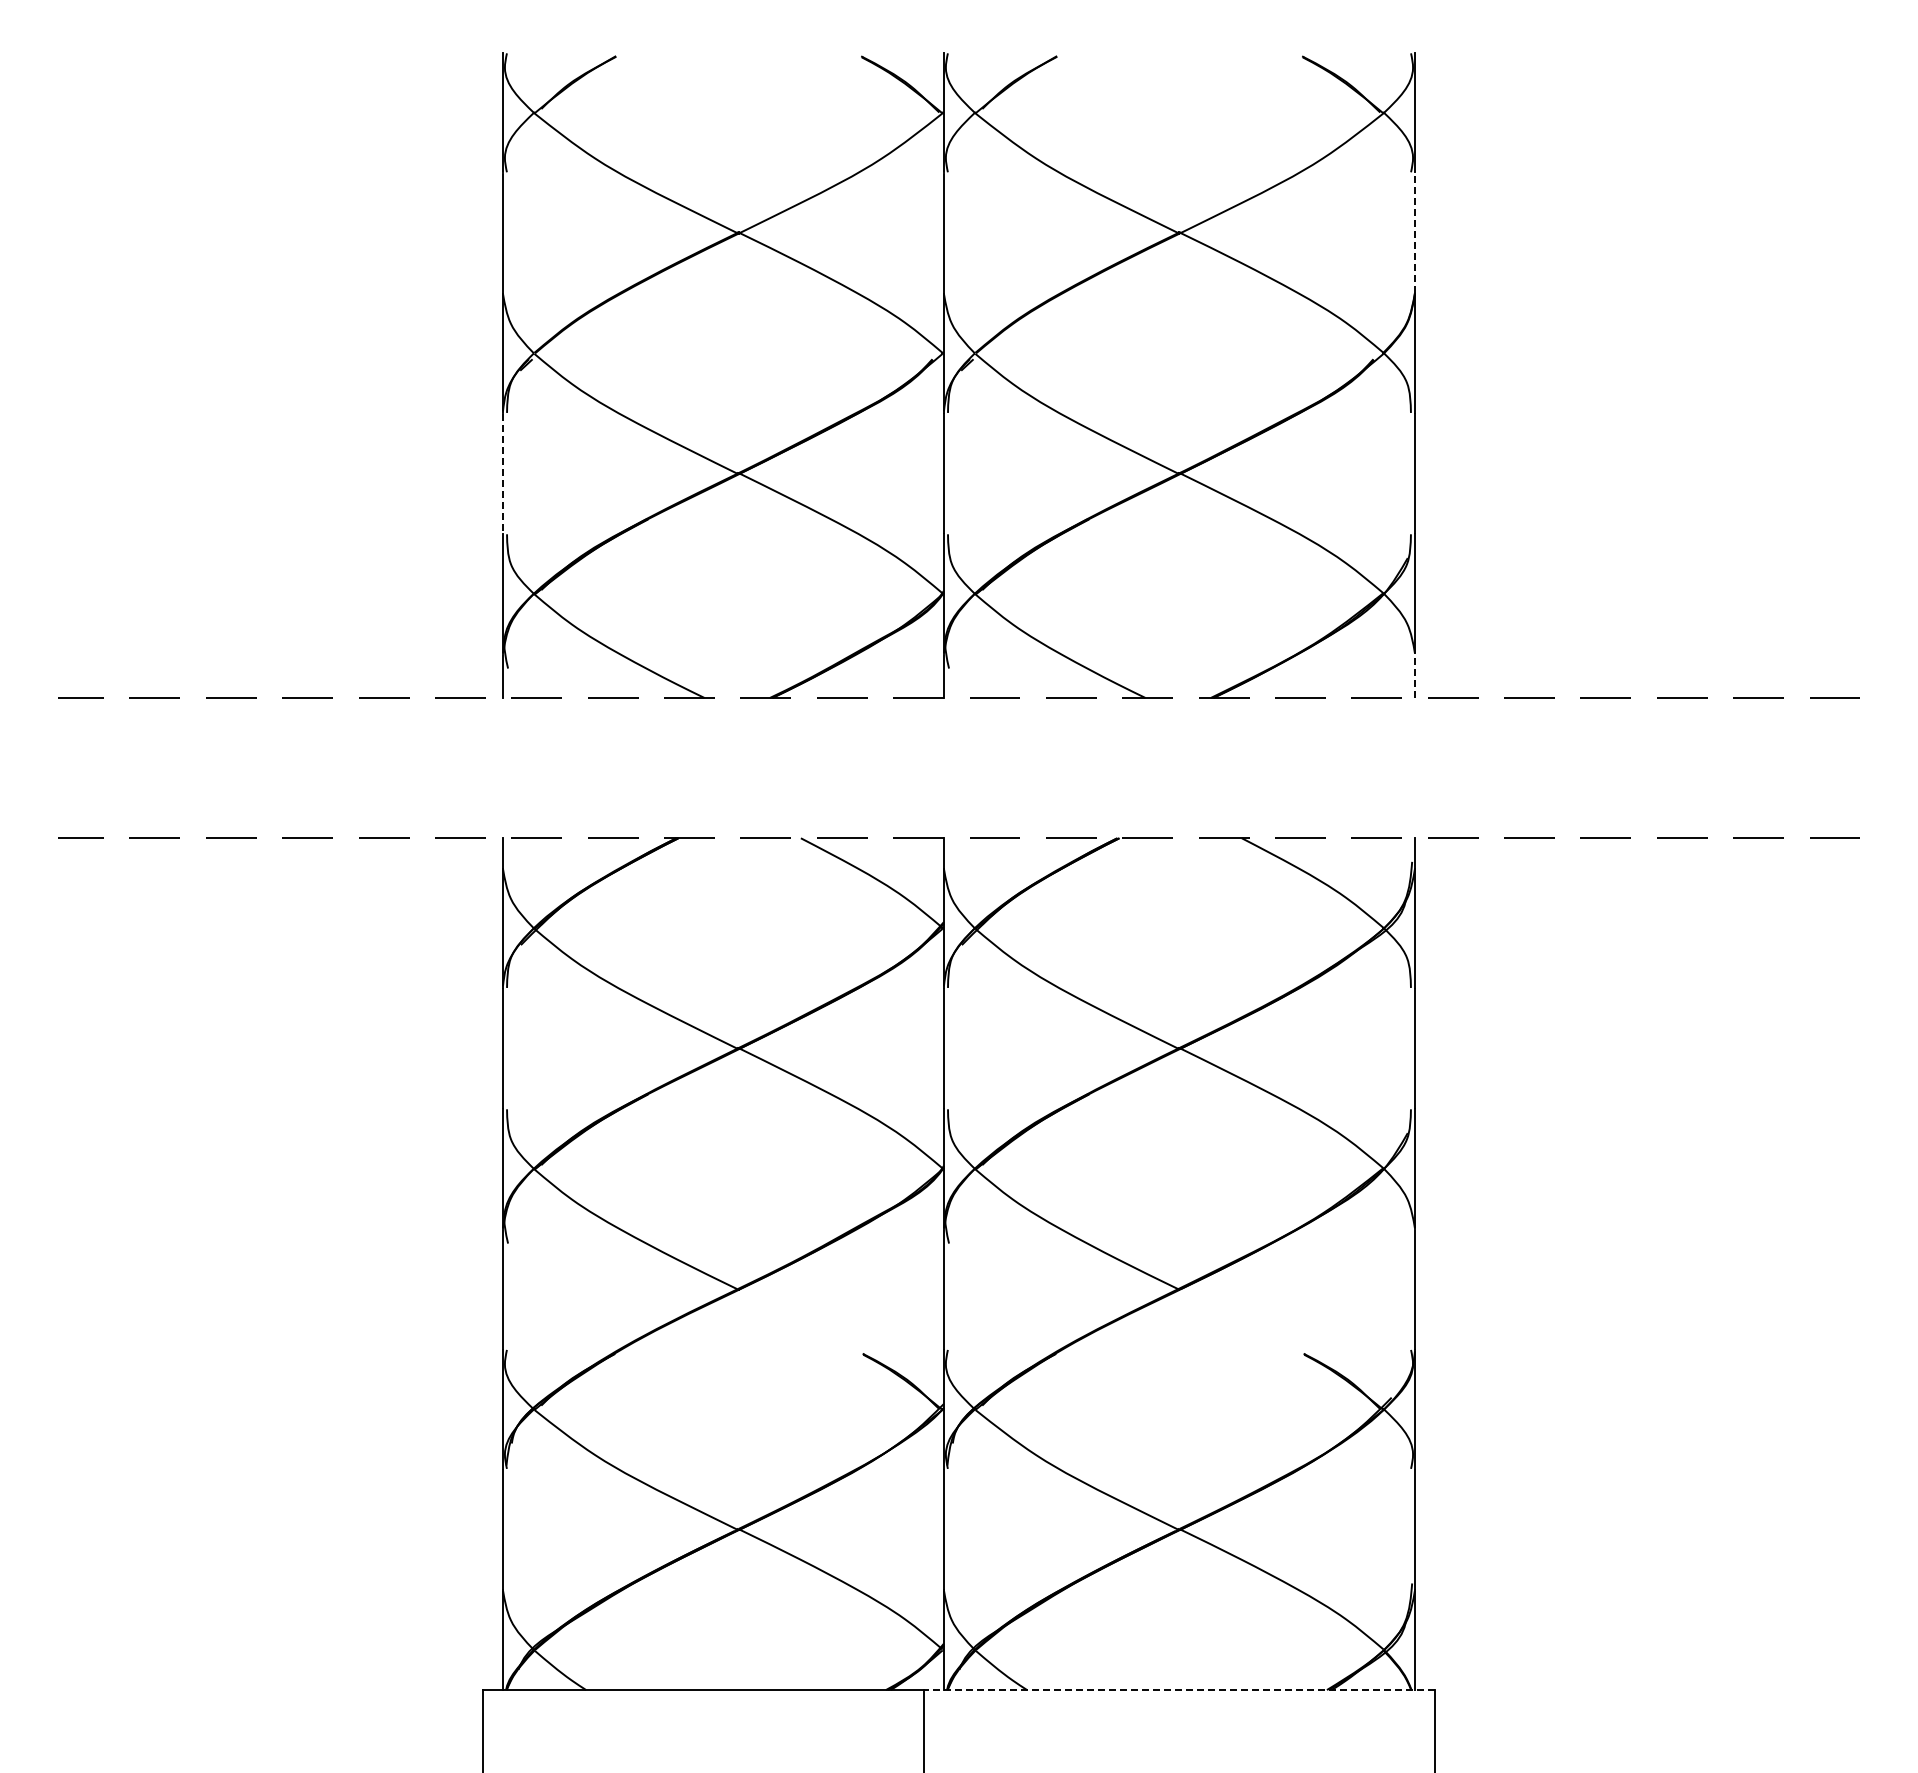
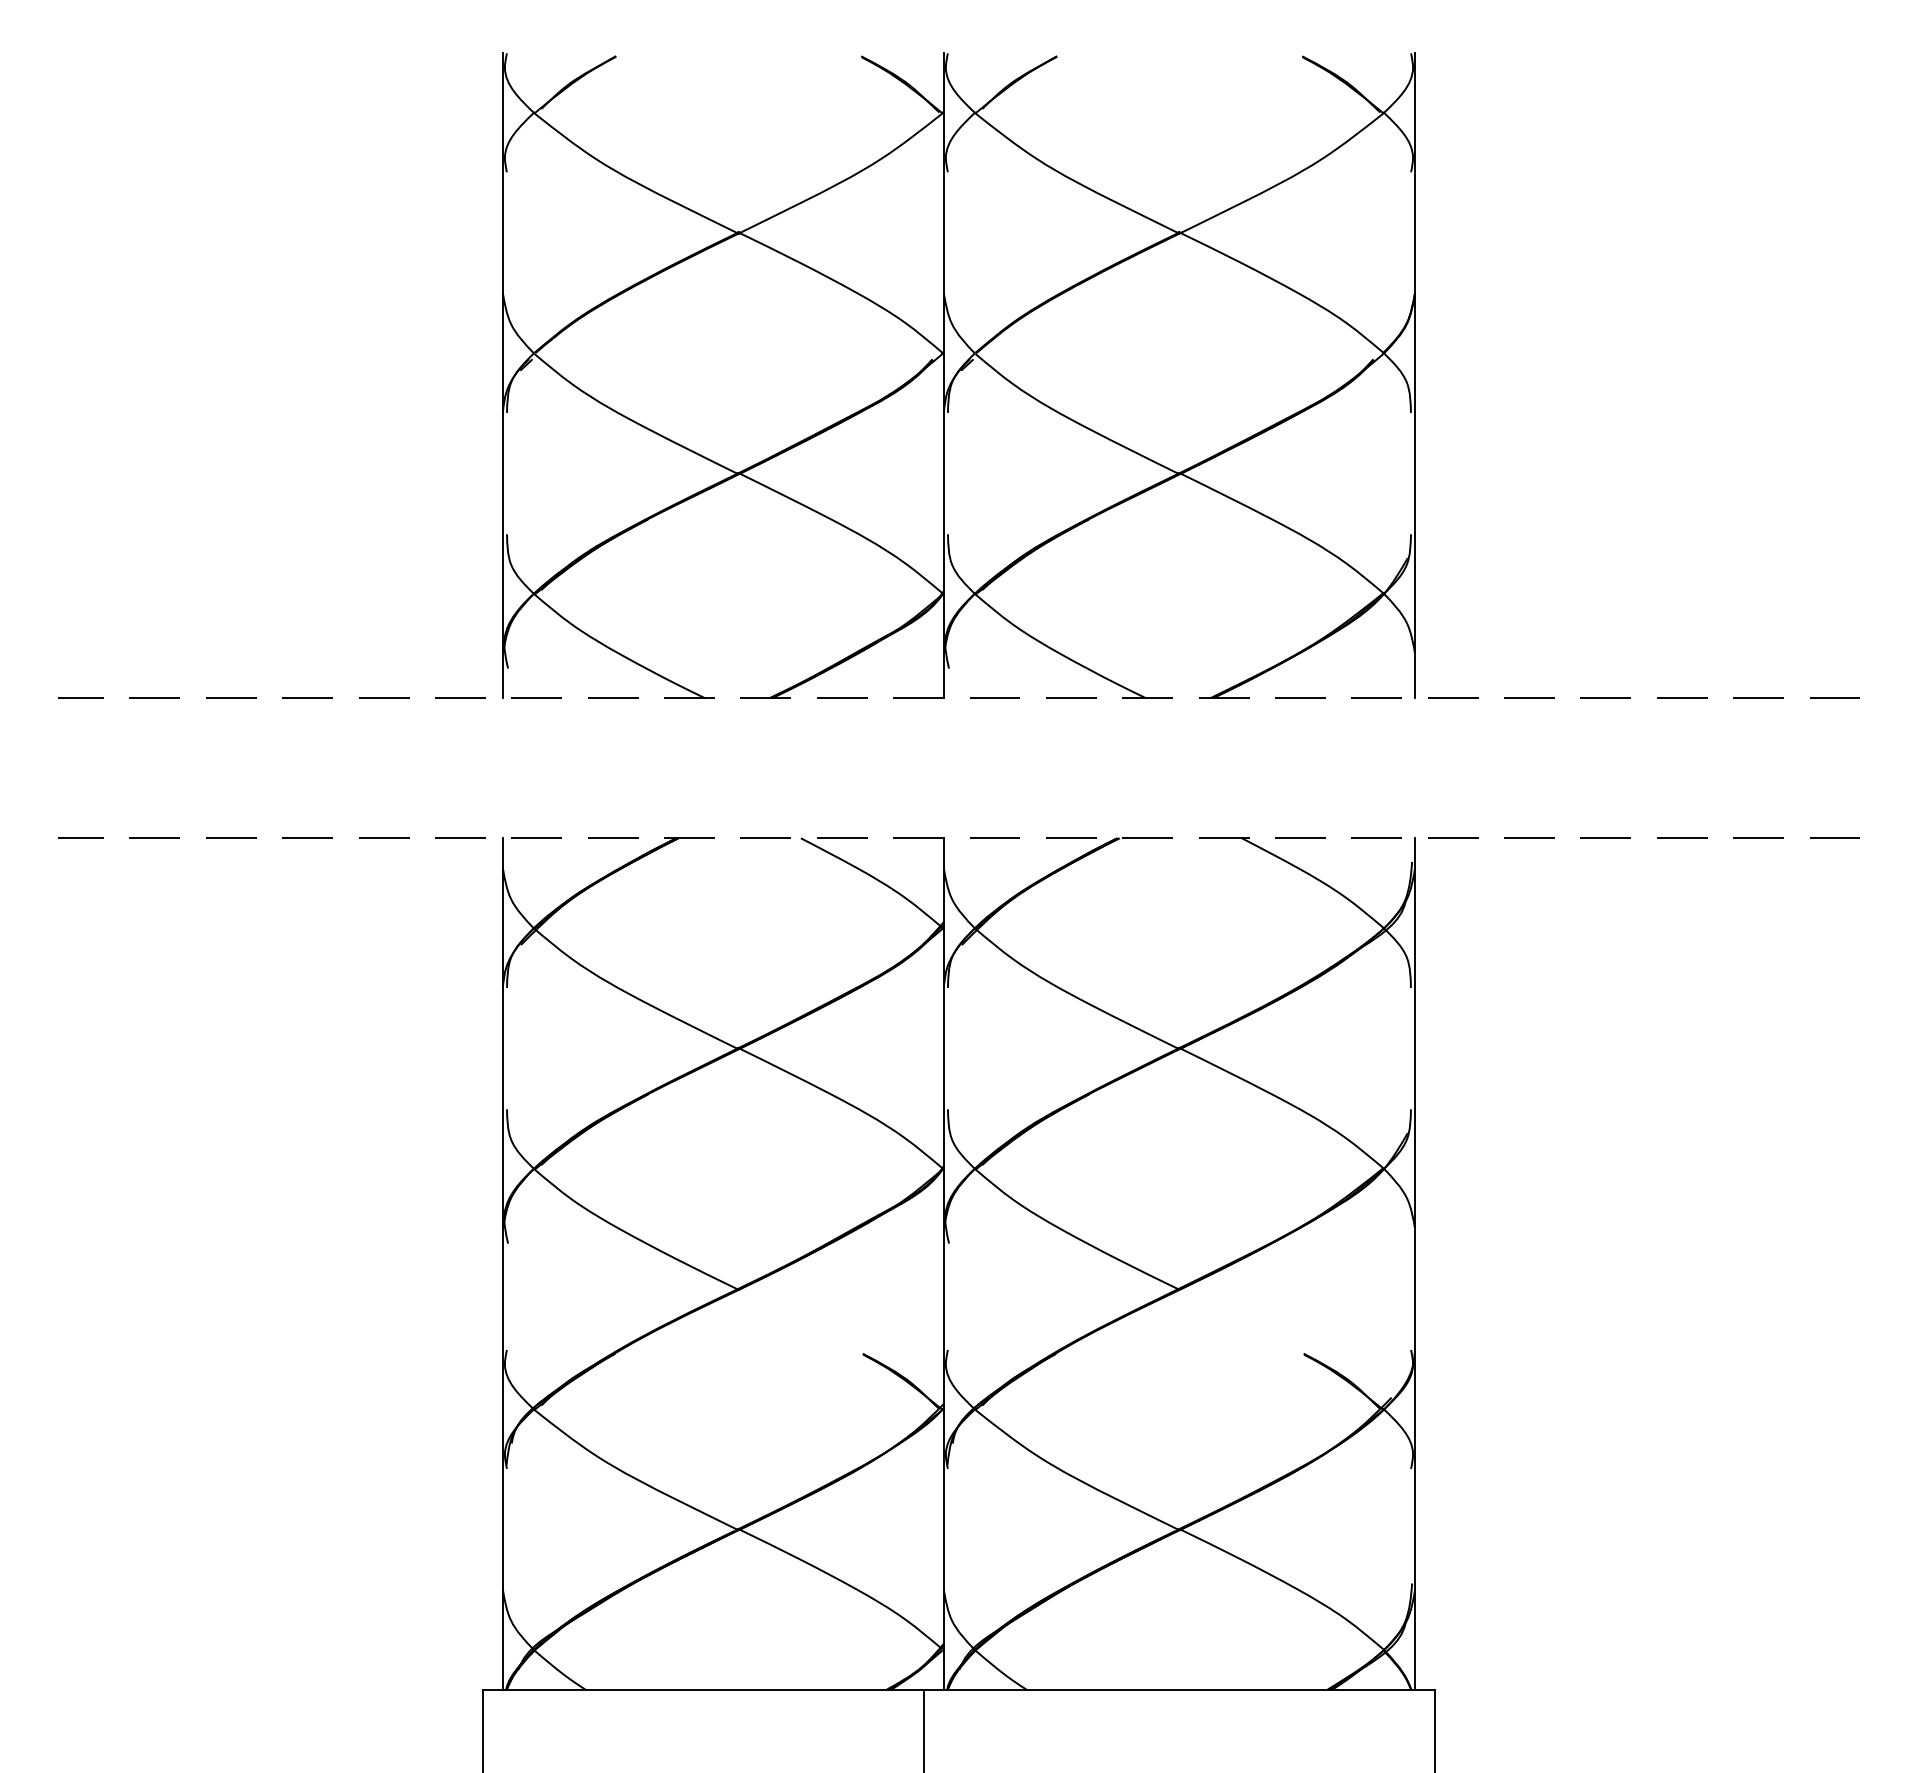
line at (1414, 233): dashed -> solid
line at (502, 474): dashed -> solid
line at (1414, 676): dashed -> solid
line at (1179, 1690): dashed -> solid
